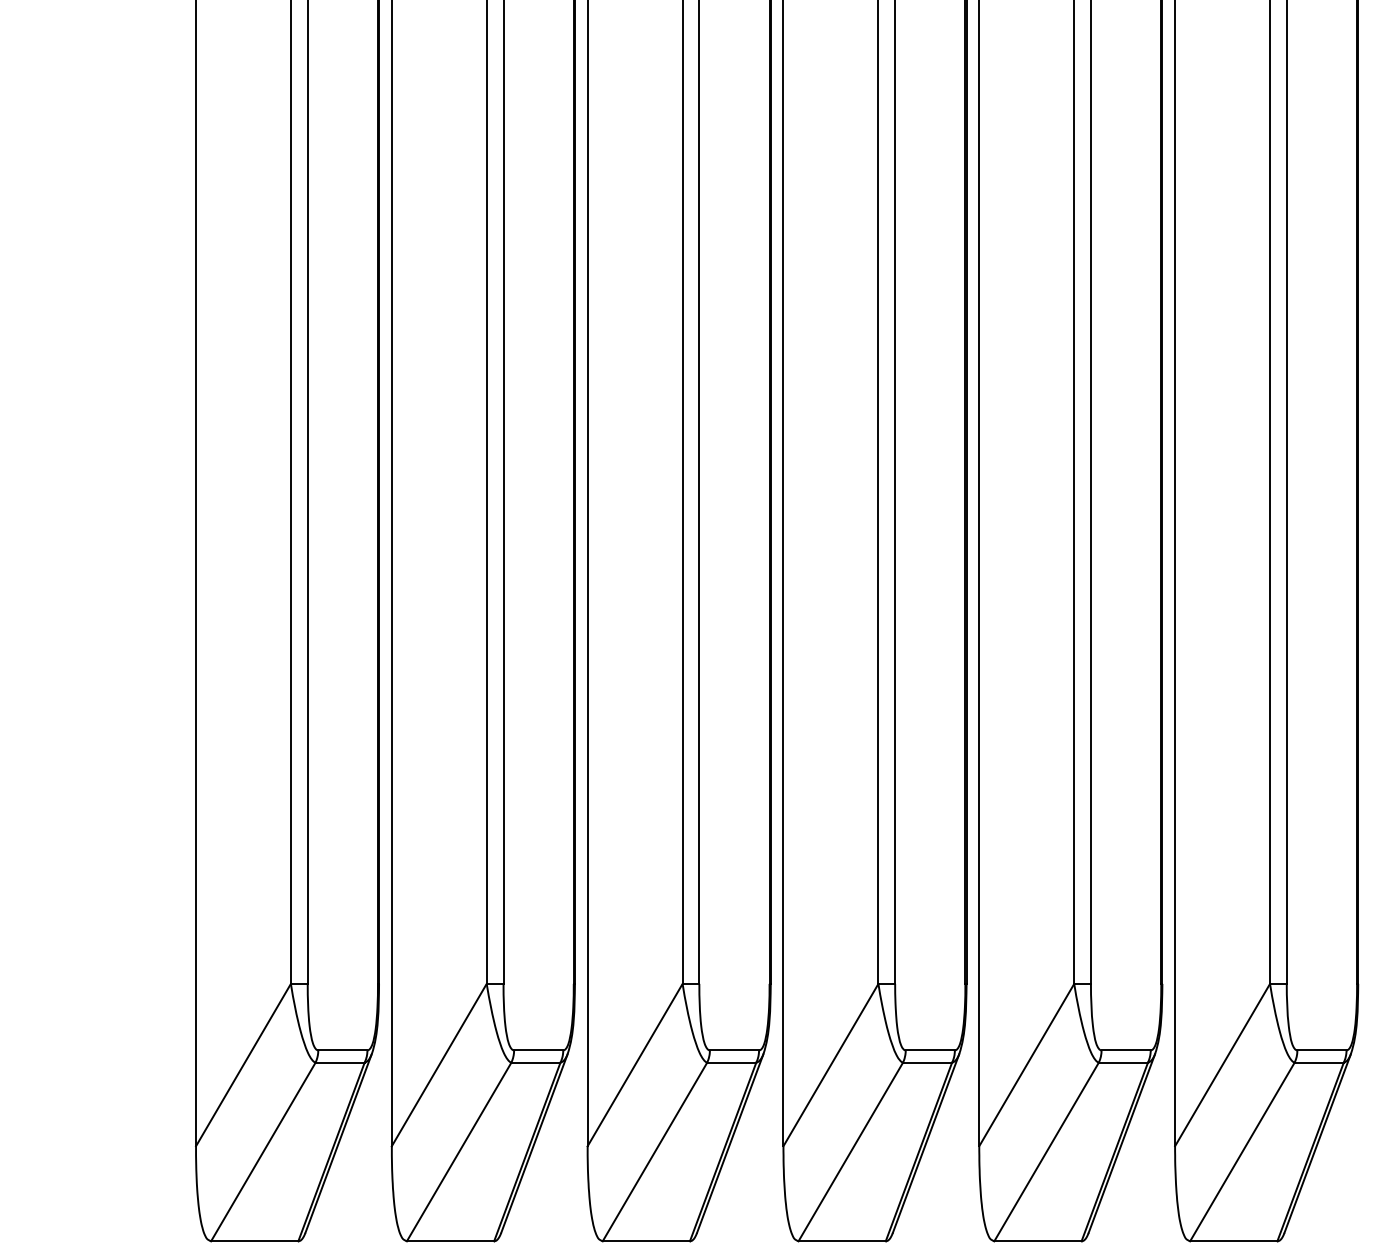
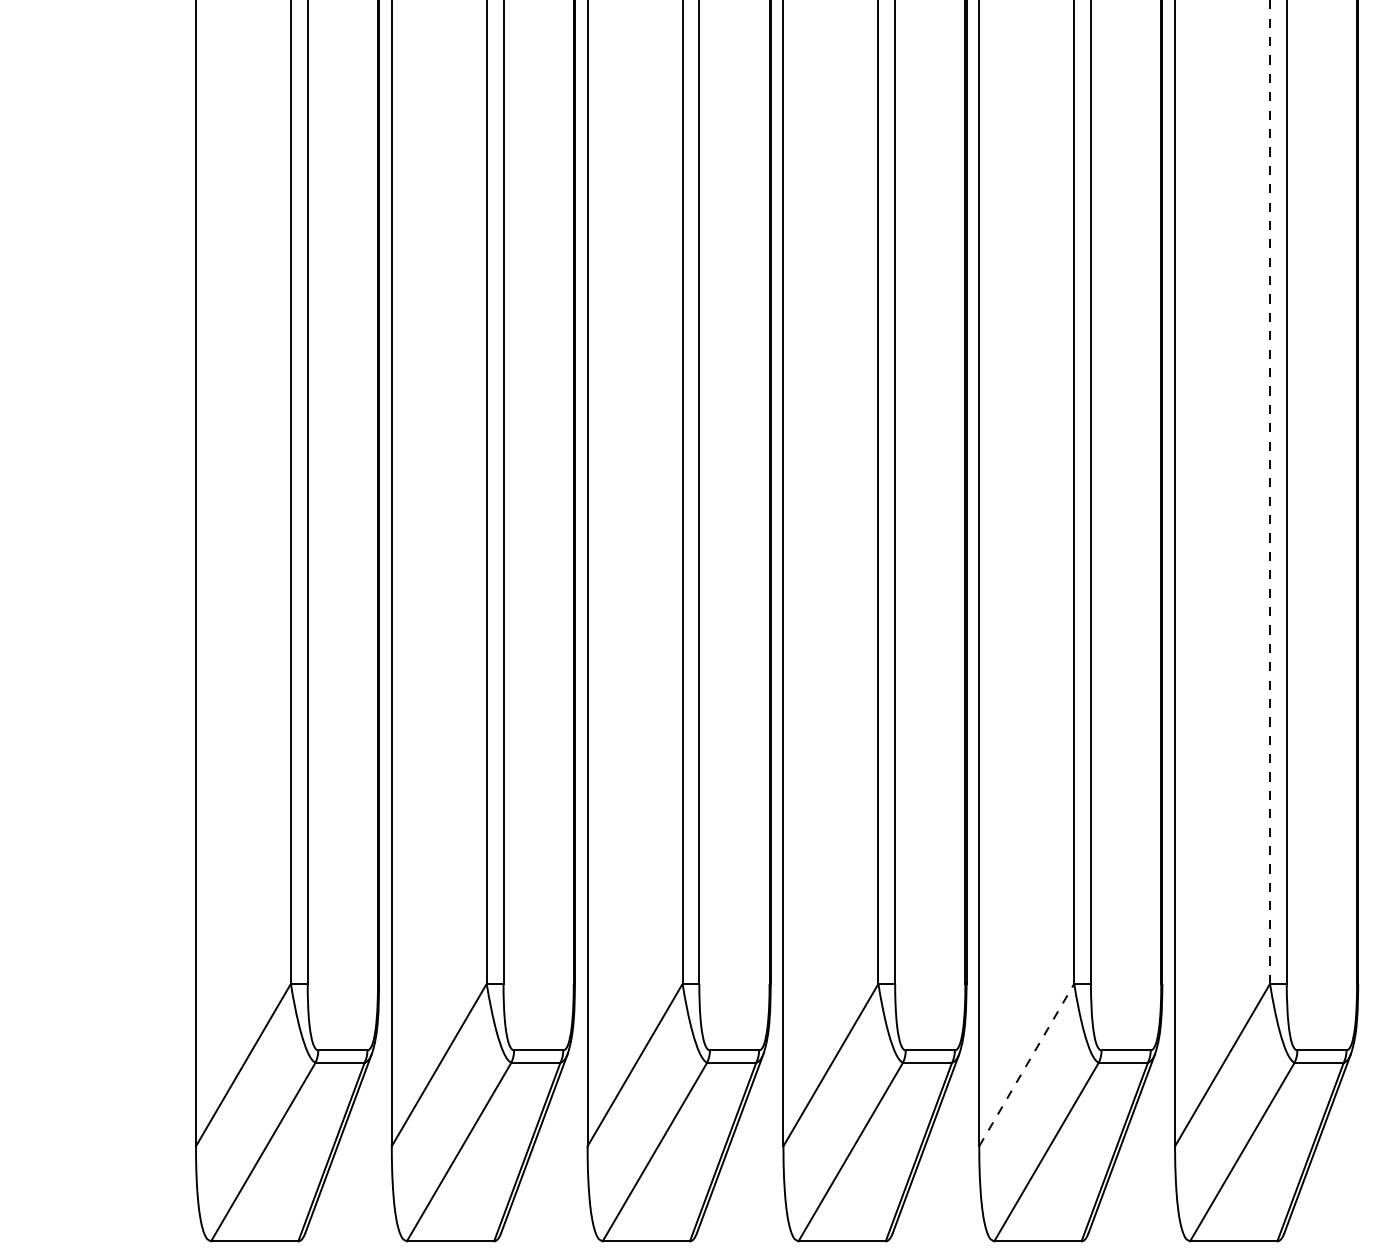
line at (1270, 492): solid -> dashed
line at (1027, 1064): solid -> dashed
